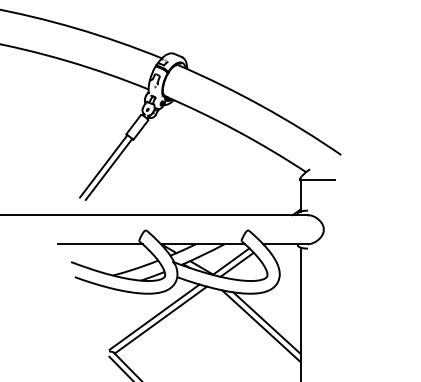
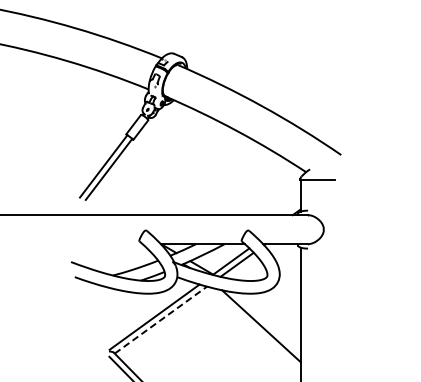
line at (100, 244): present -> none
line at (161, 319): solid -> dashed
line at (266, 323): present -> none
